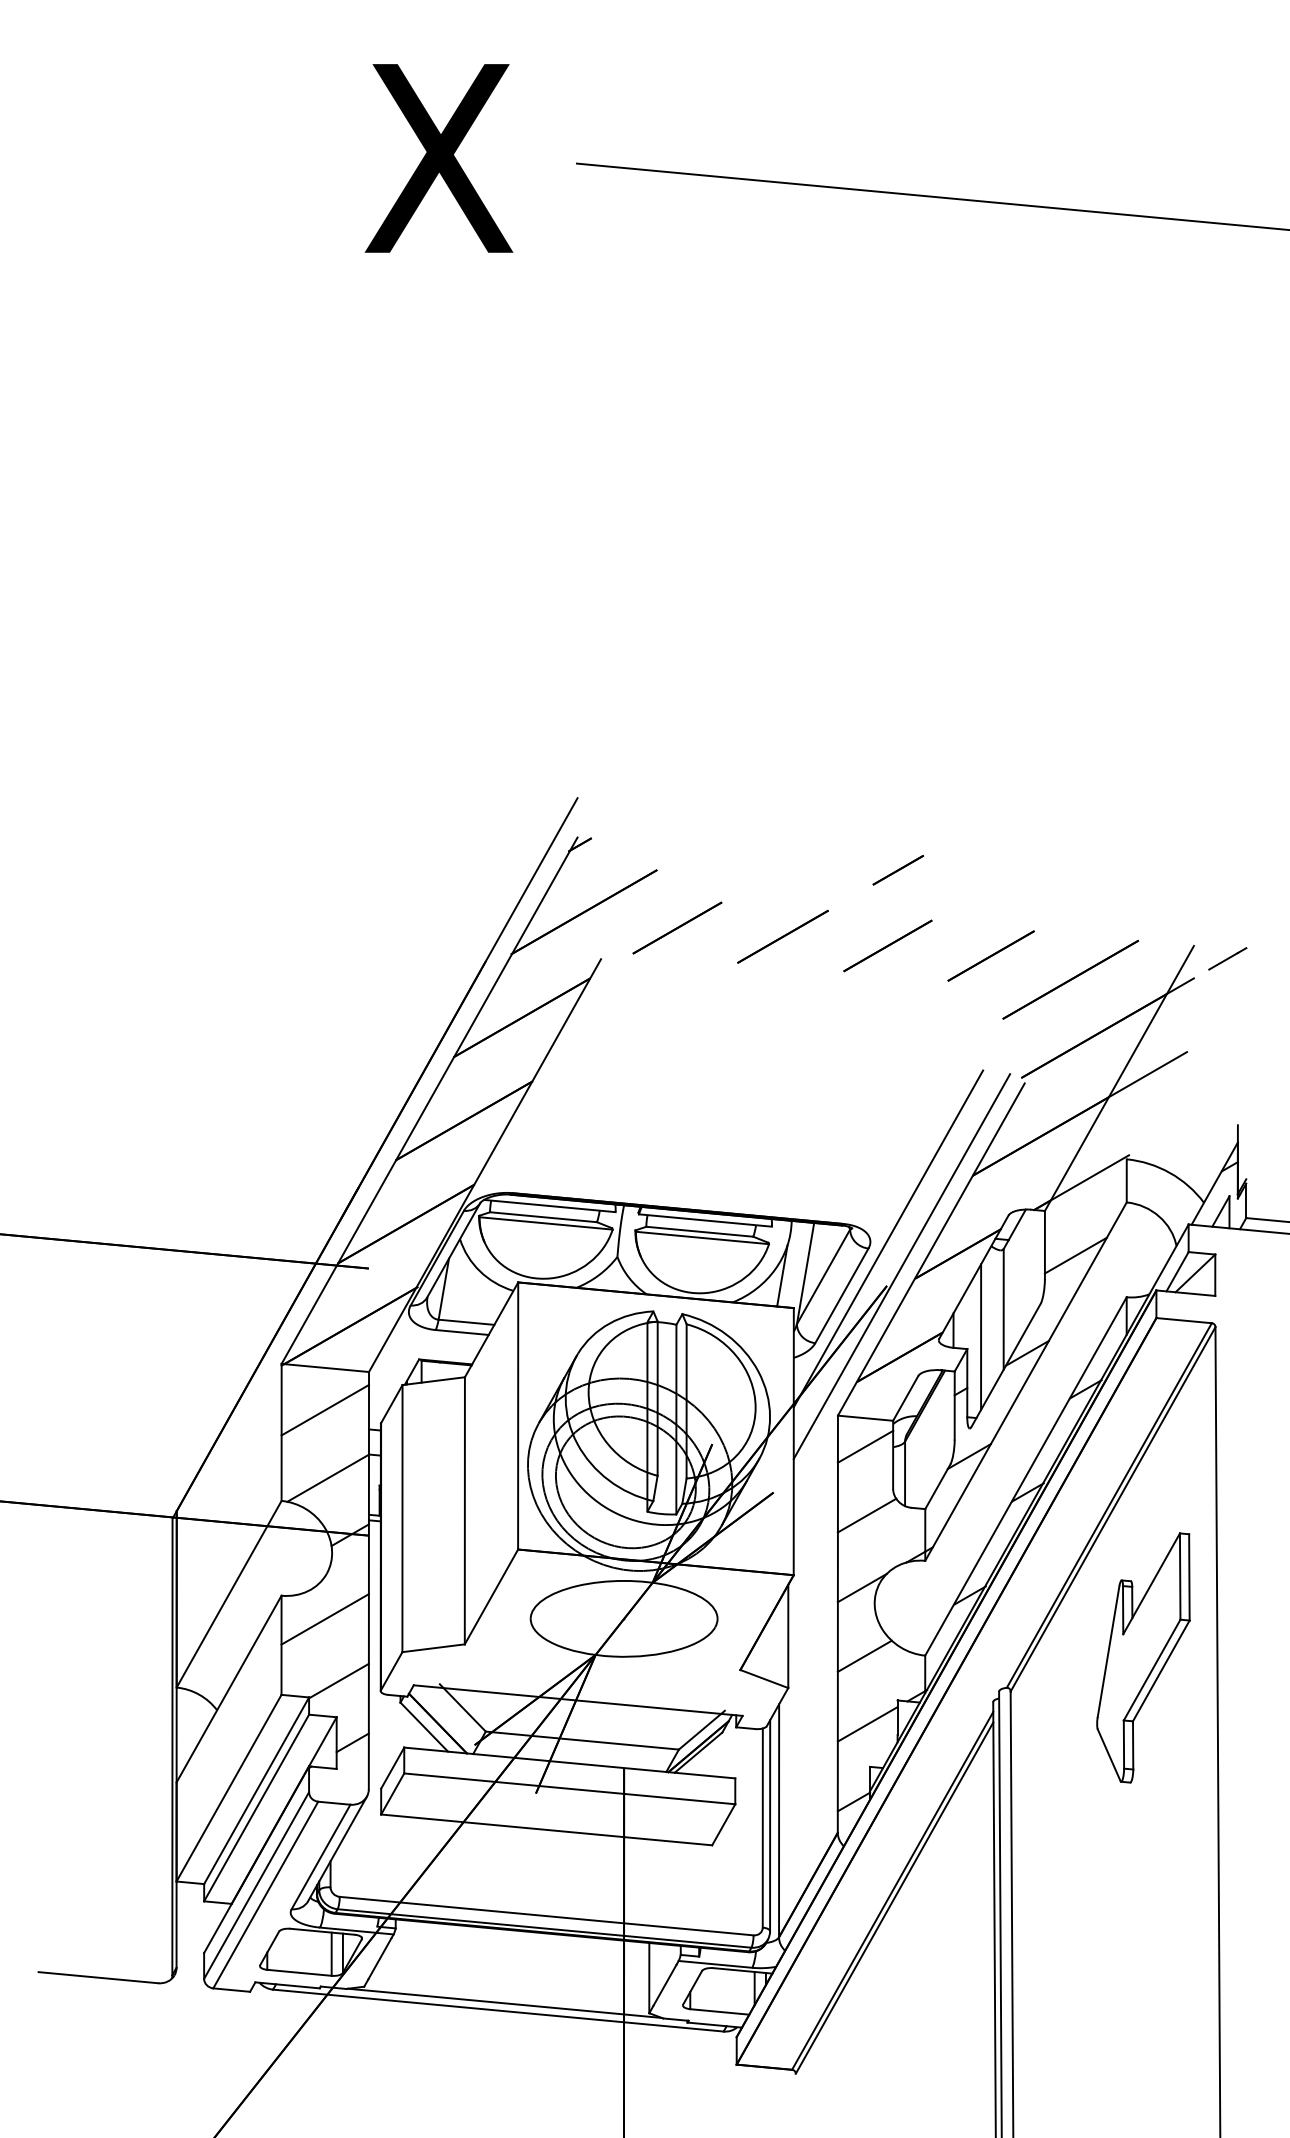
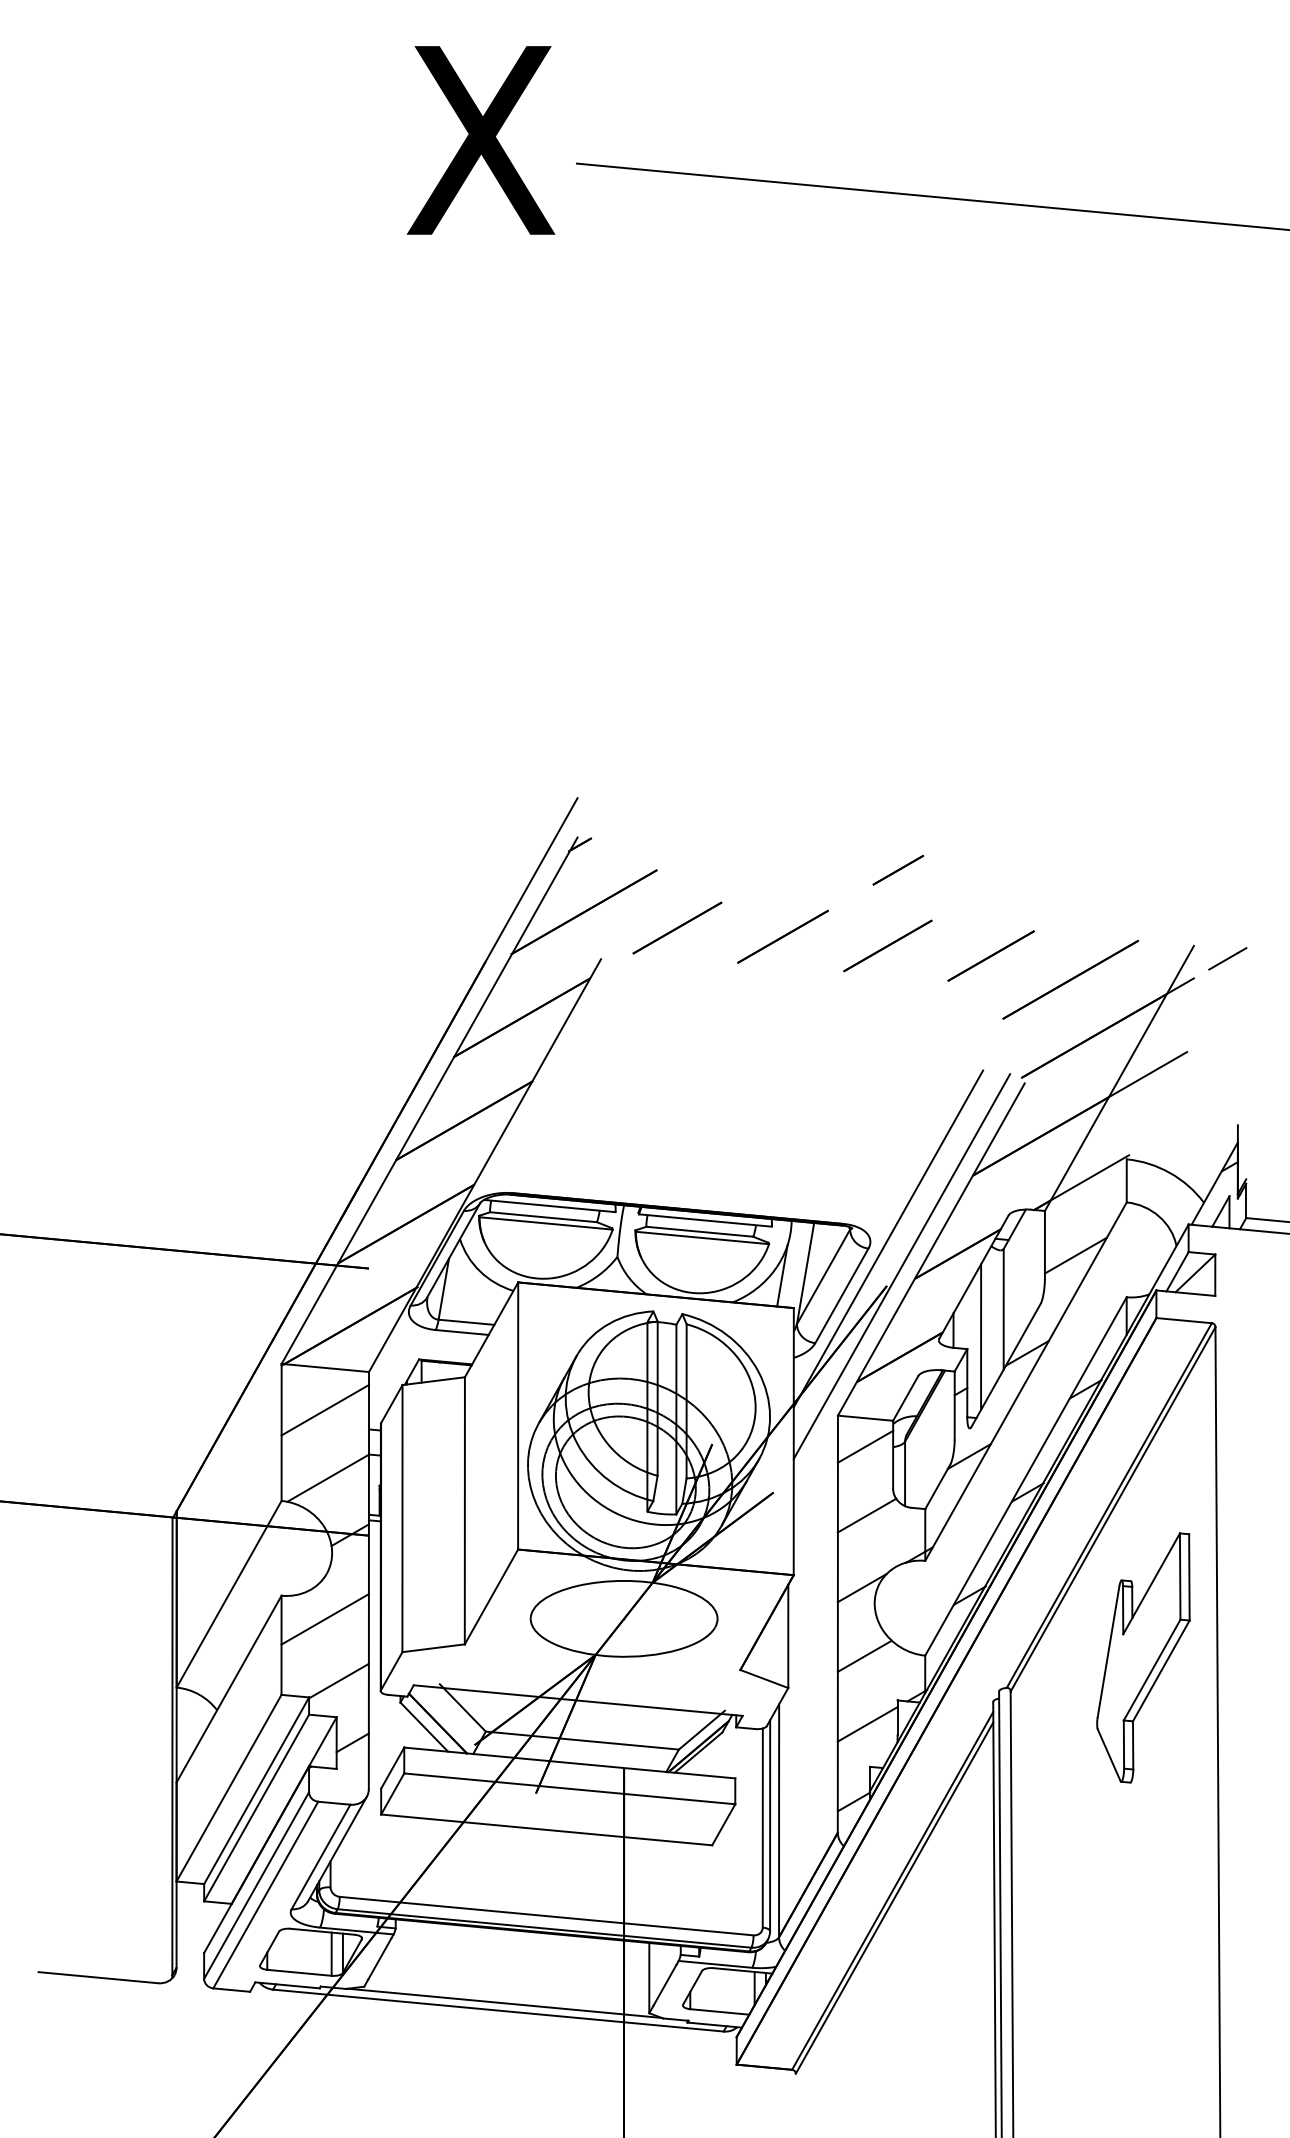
text at (438, 158) position: (438, 158) -> (480, 140)
